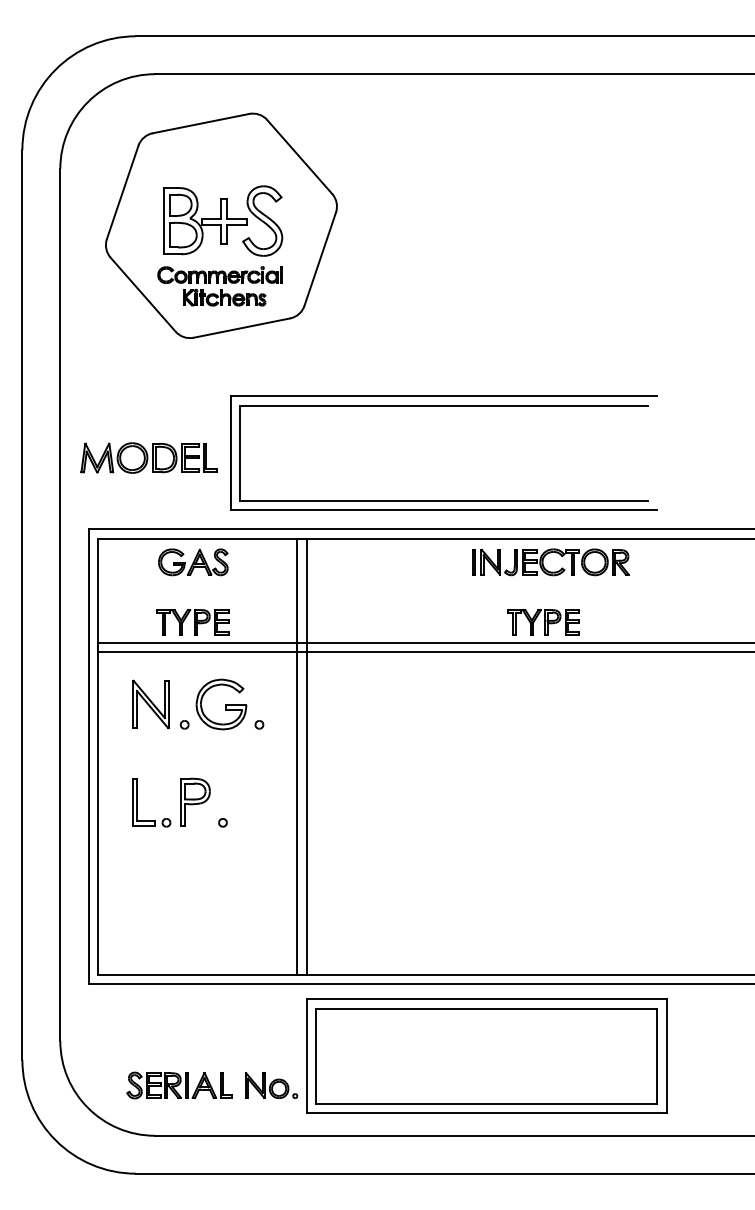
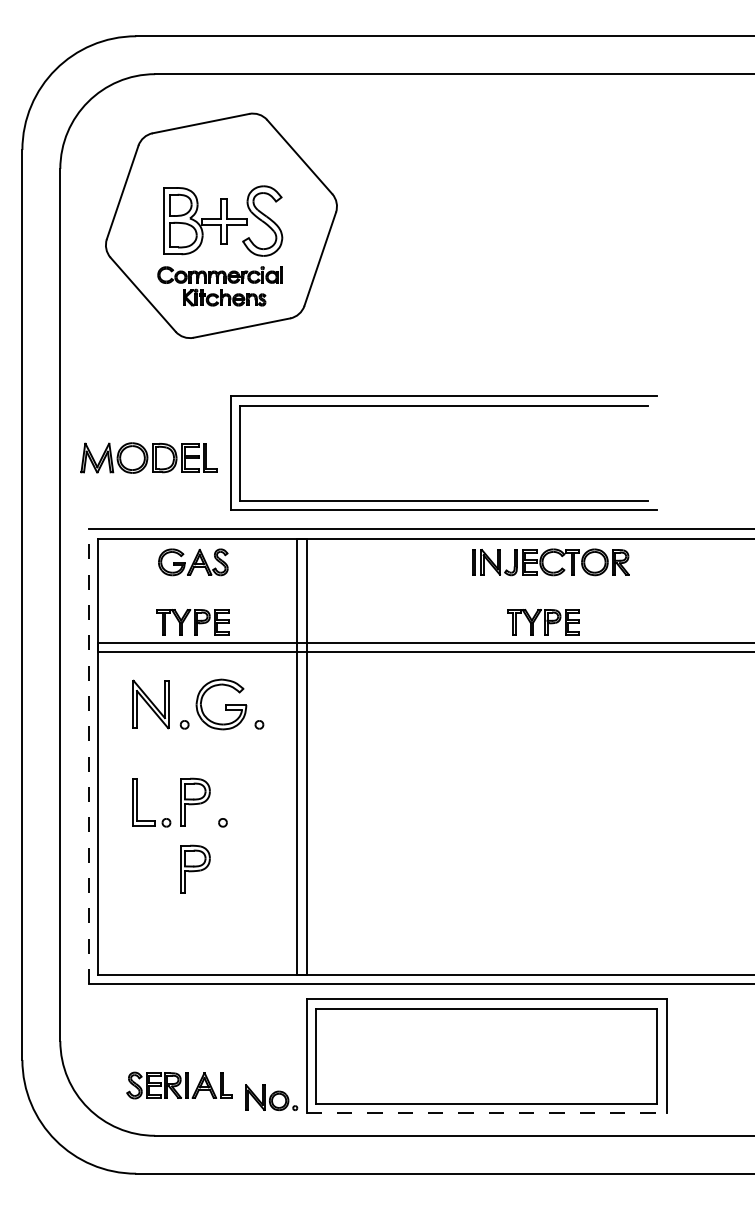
line at (88, 756): solid -> dashed
part at (195, 868): none -> present
part at (271, 1085) position: (271, 1085) -> (271, 1097)
line at (487, 1113): solid -> dashed
